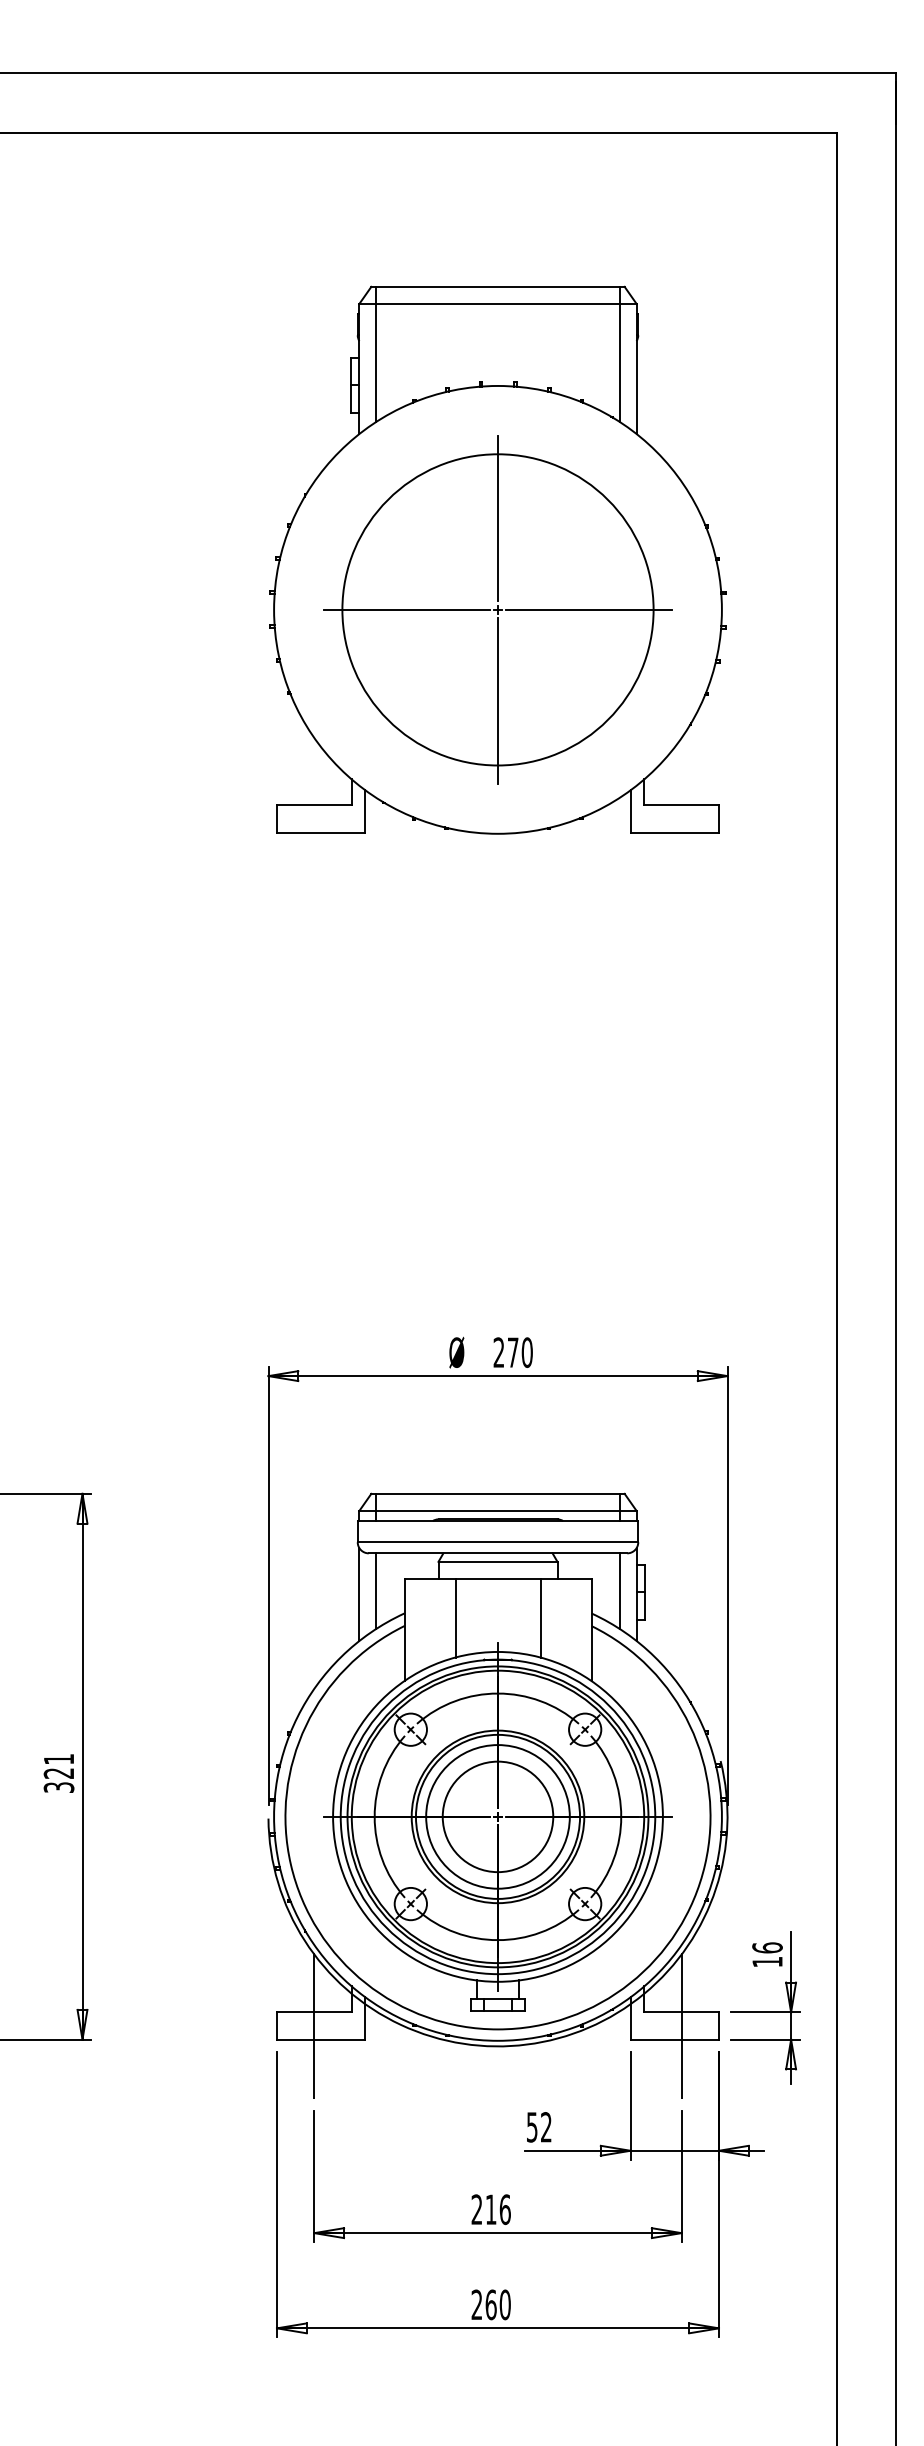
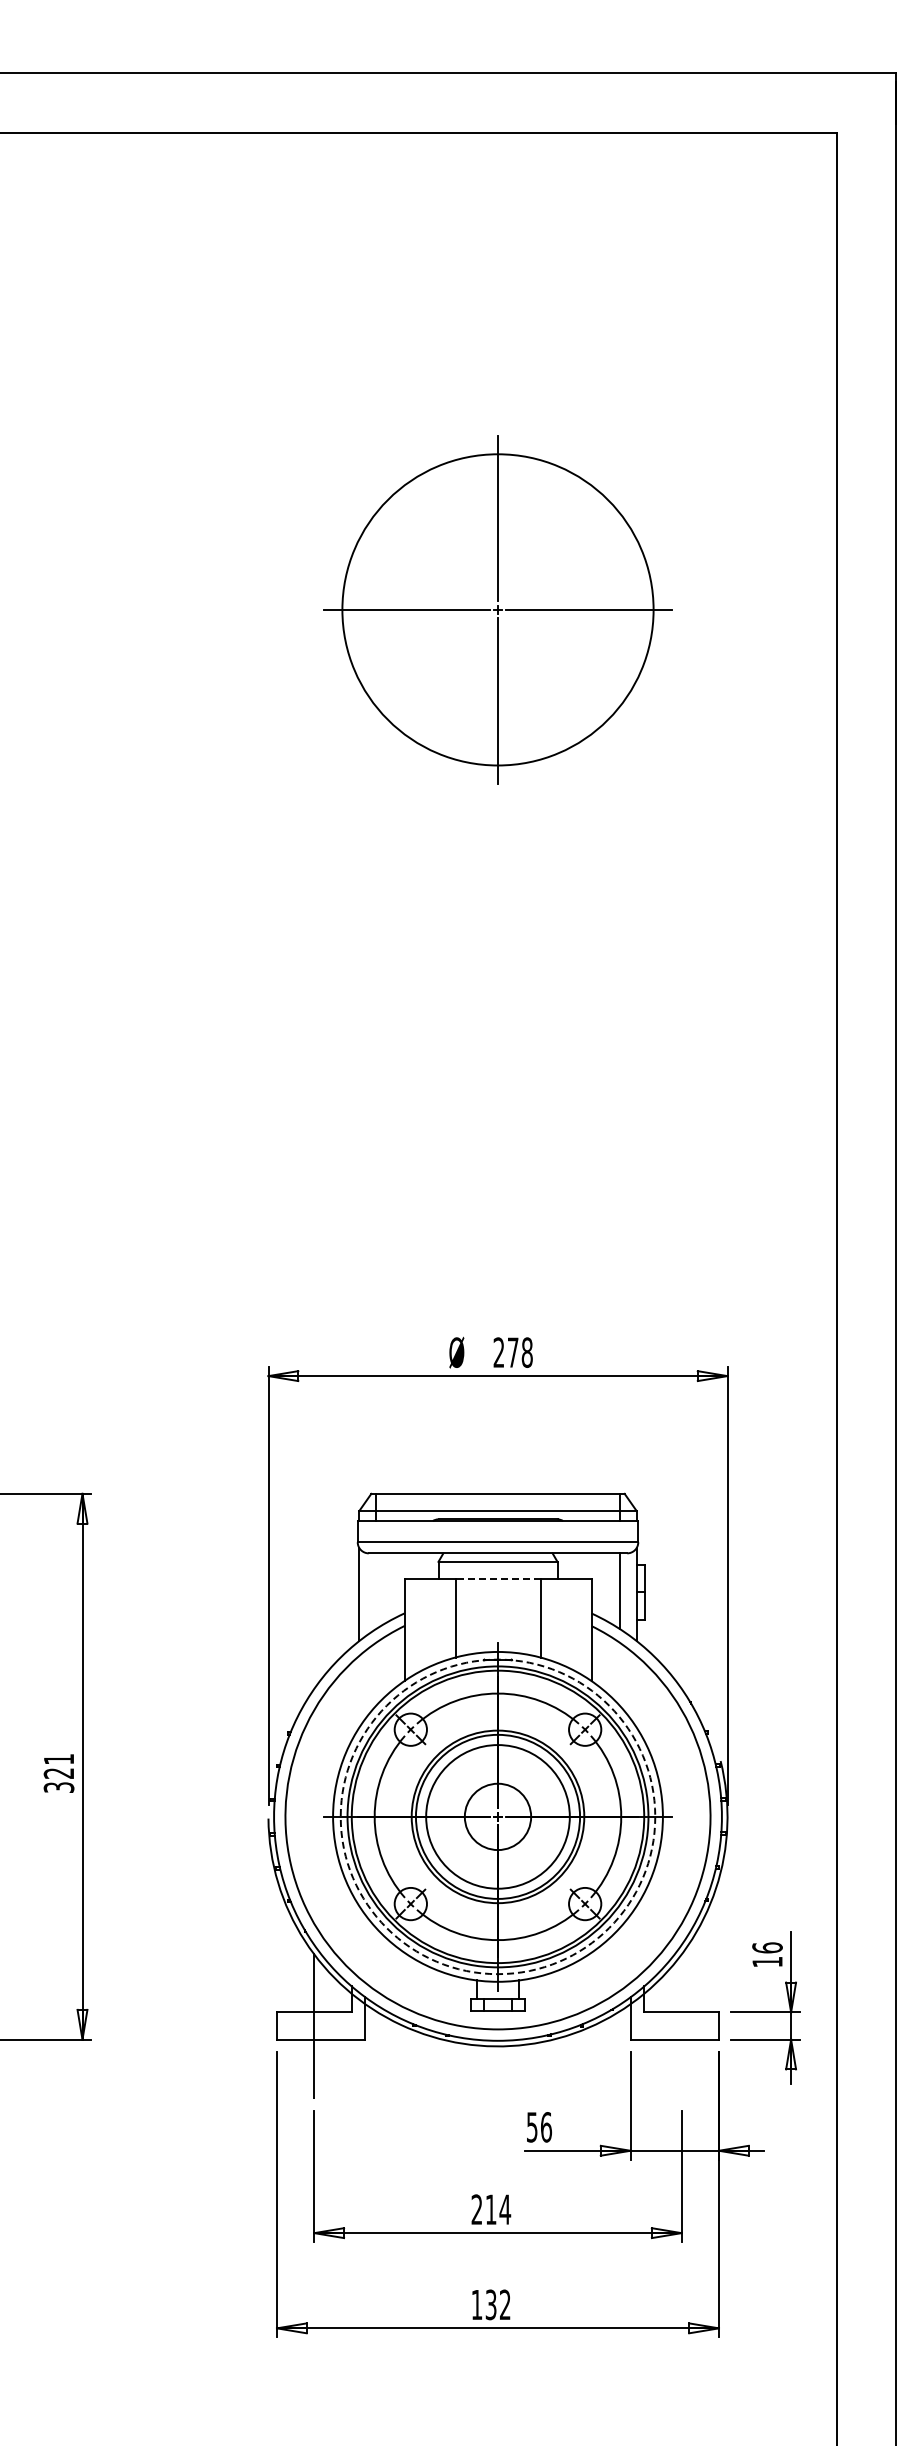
part at (497, 559): present -> none
text at (526, 1352): 270 -> 278
line at (498, 1578): solid -> dashed
line at (376, 1590): present -> none
circle at (497, 1816) diameter: 111 px -> 66 px
circle at (497, 1816): solid -> dashed
line at (681, 2025): present -> none
text at (546, 2127): 52 -> 56
text at (505, 2209): 216 -> 214
text at (490, 2304): 260 -> 132
